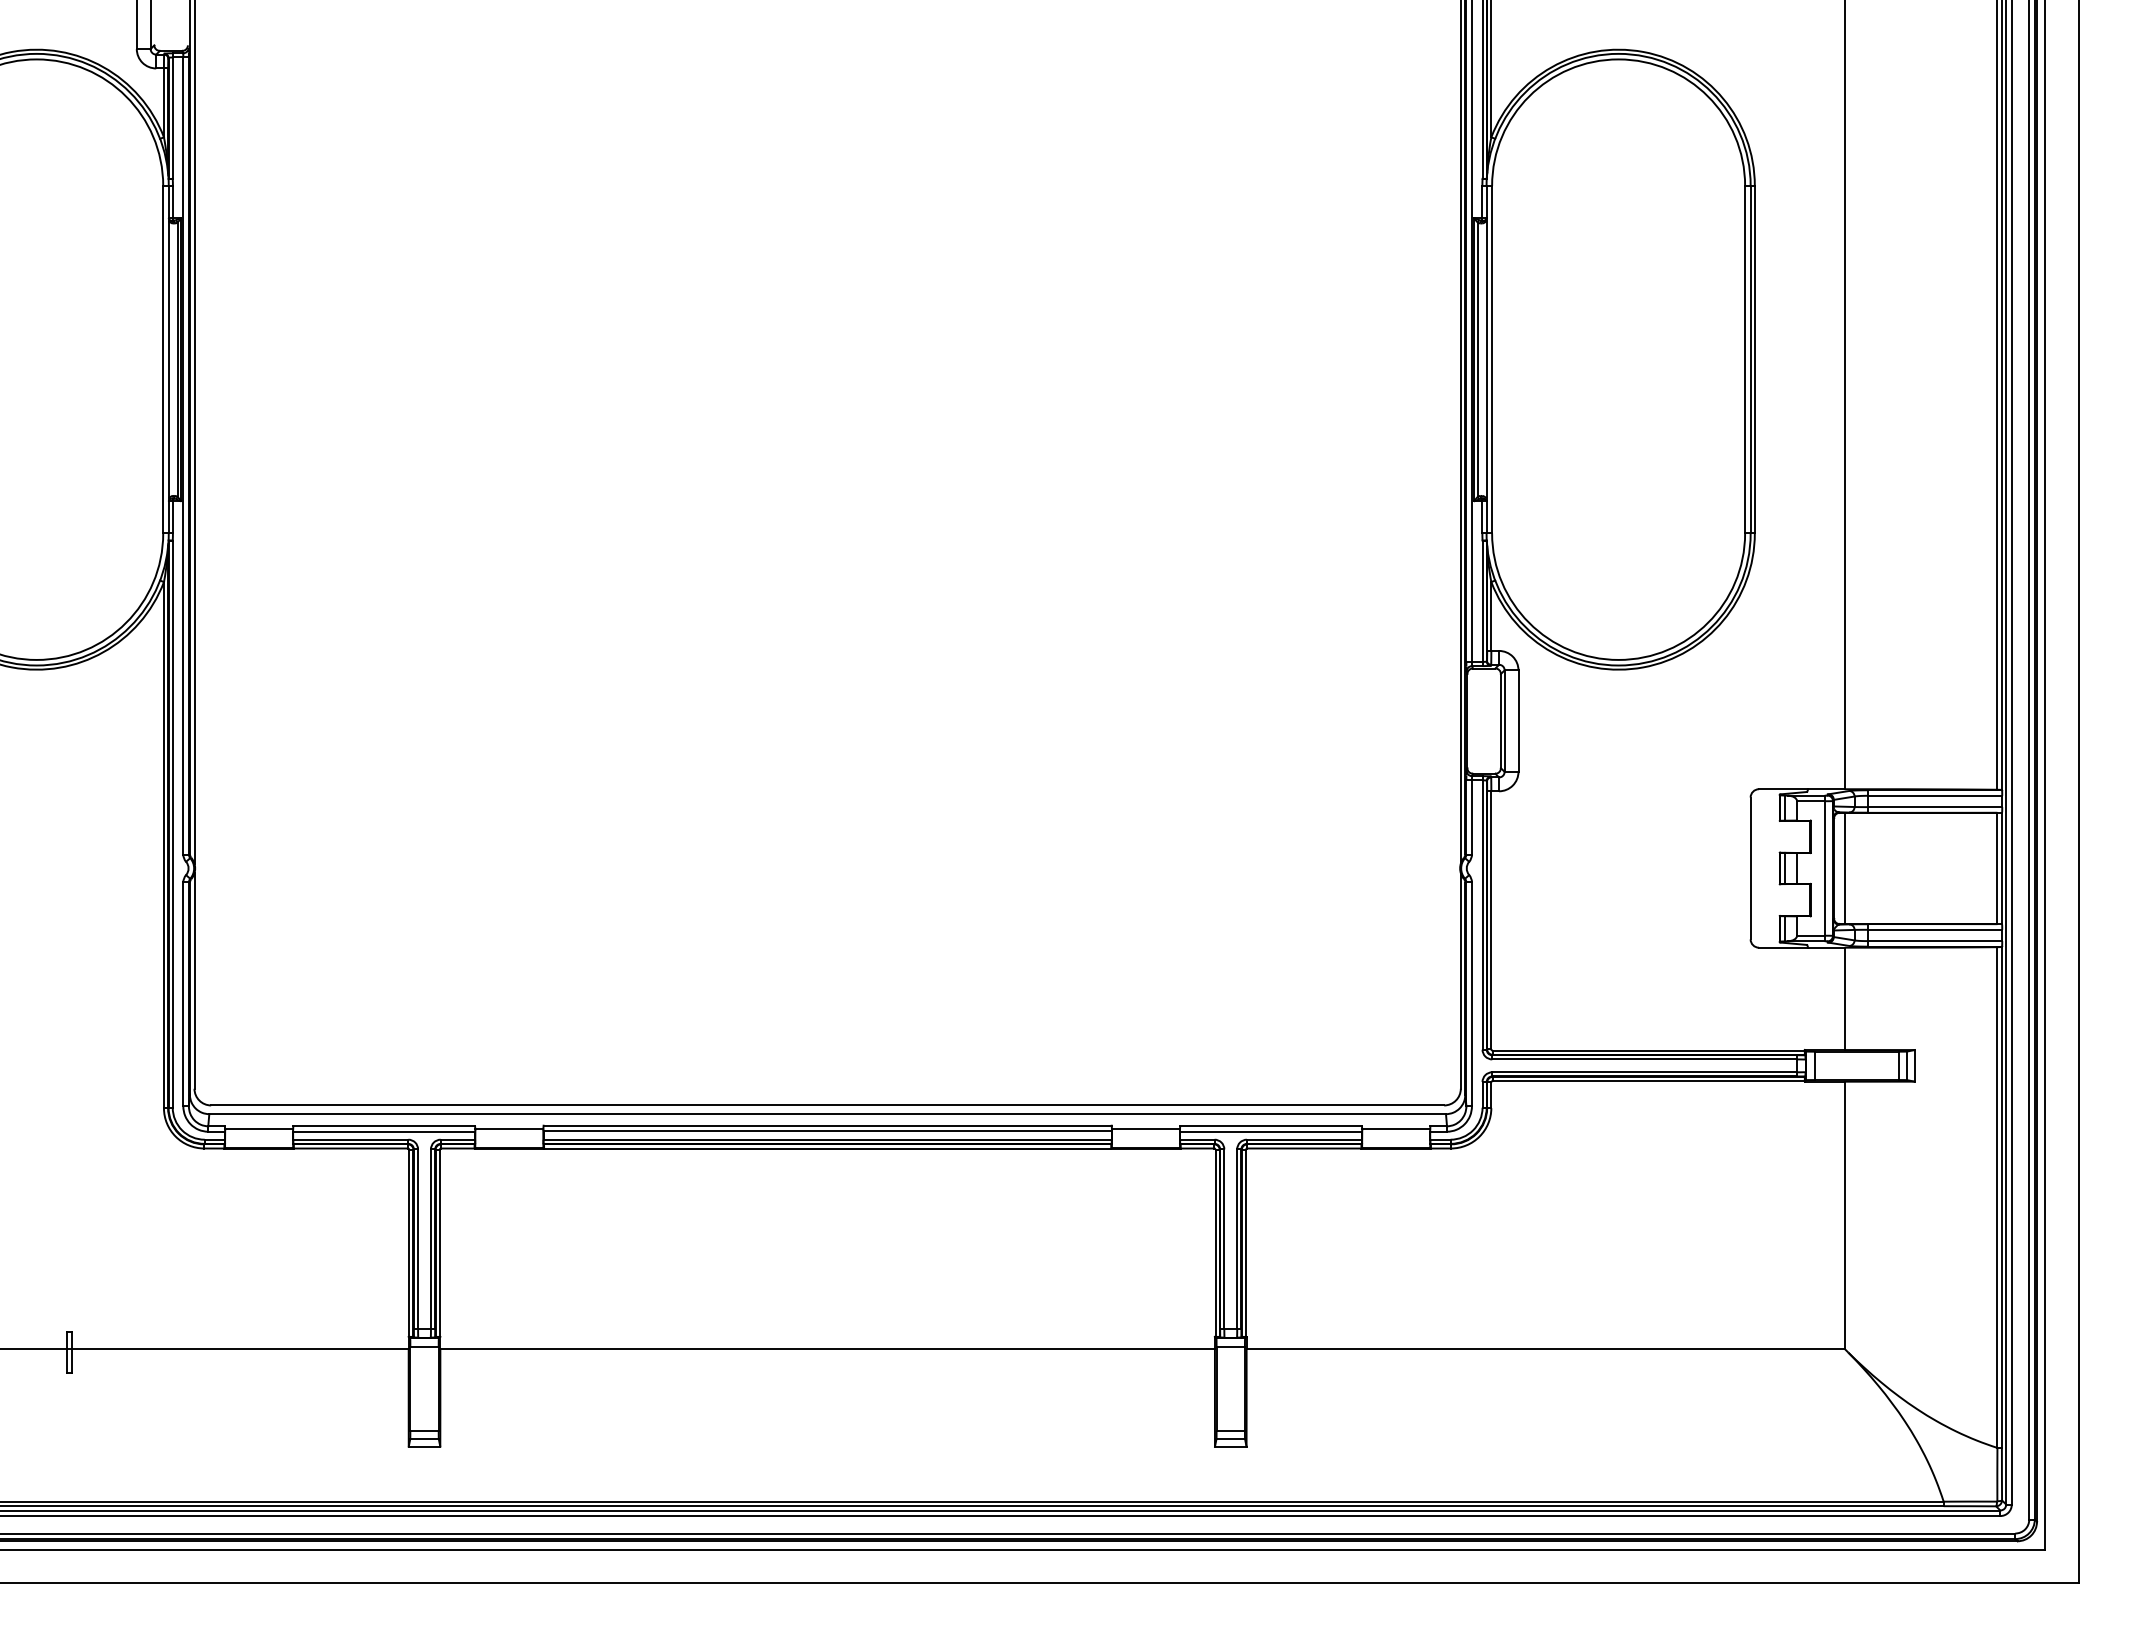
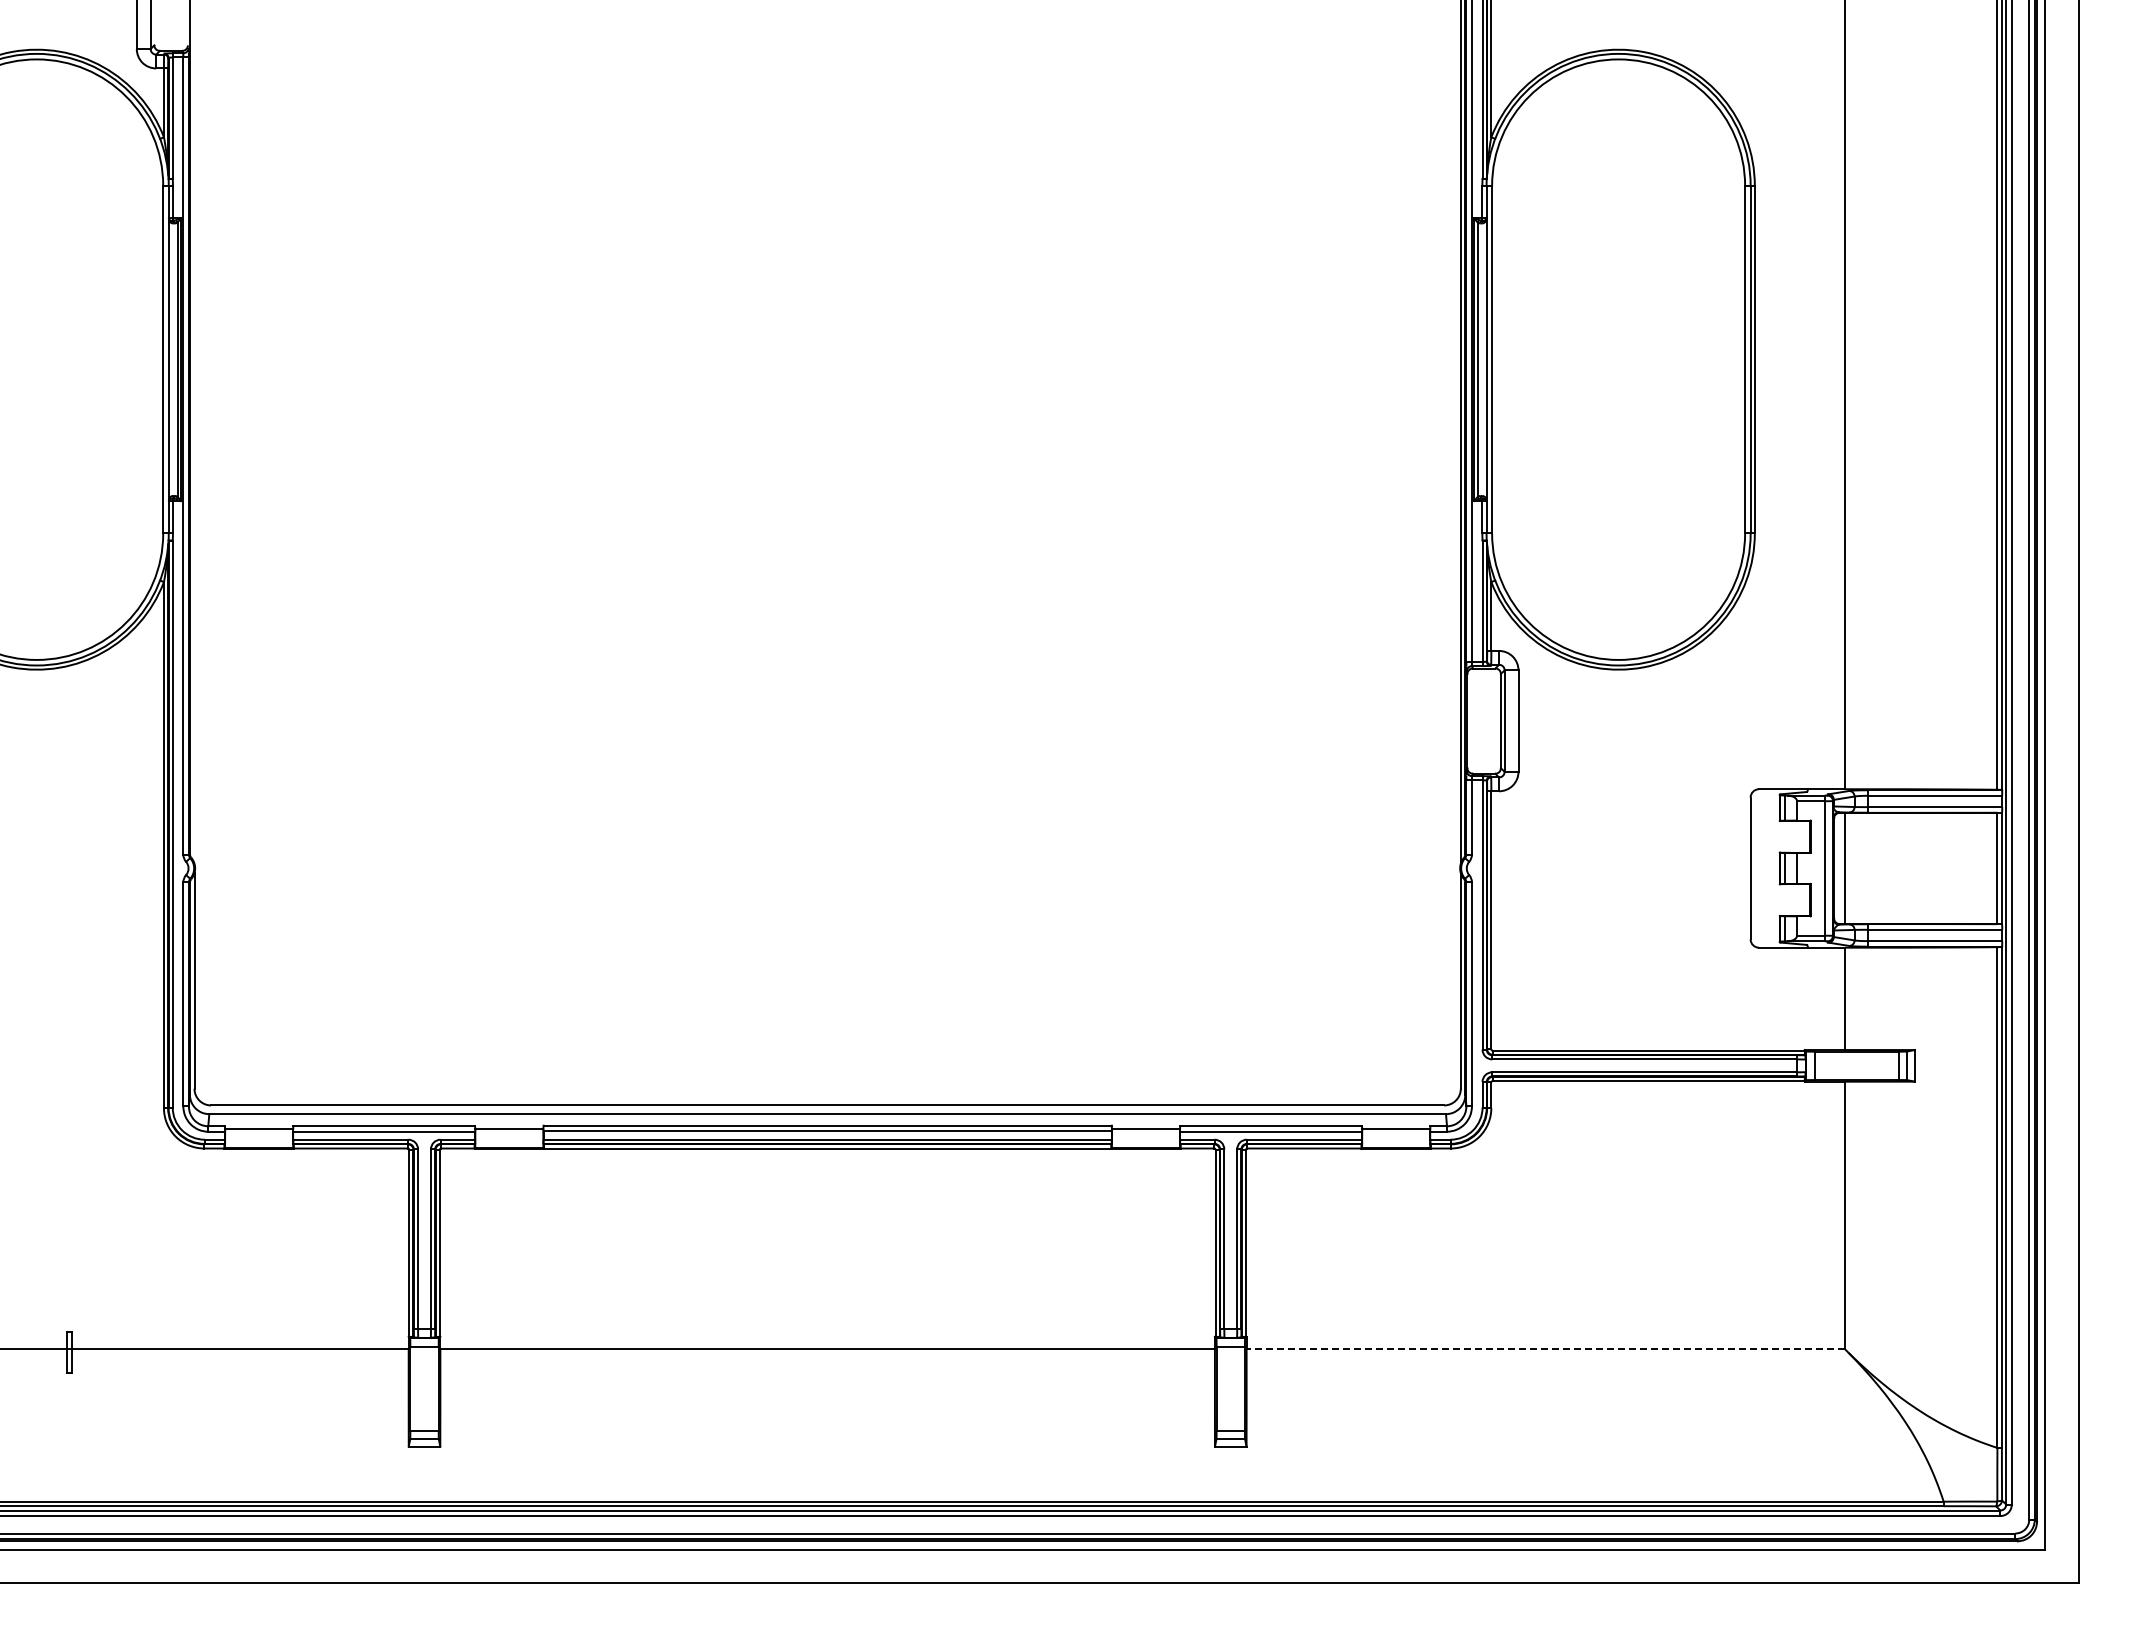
line at (194, 432): present -> none
line at (1545, 1349): solid -> dashed
